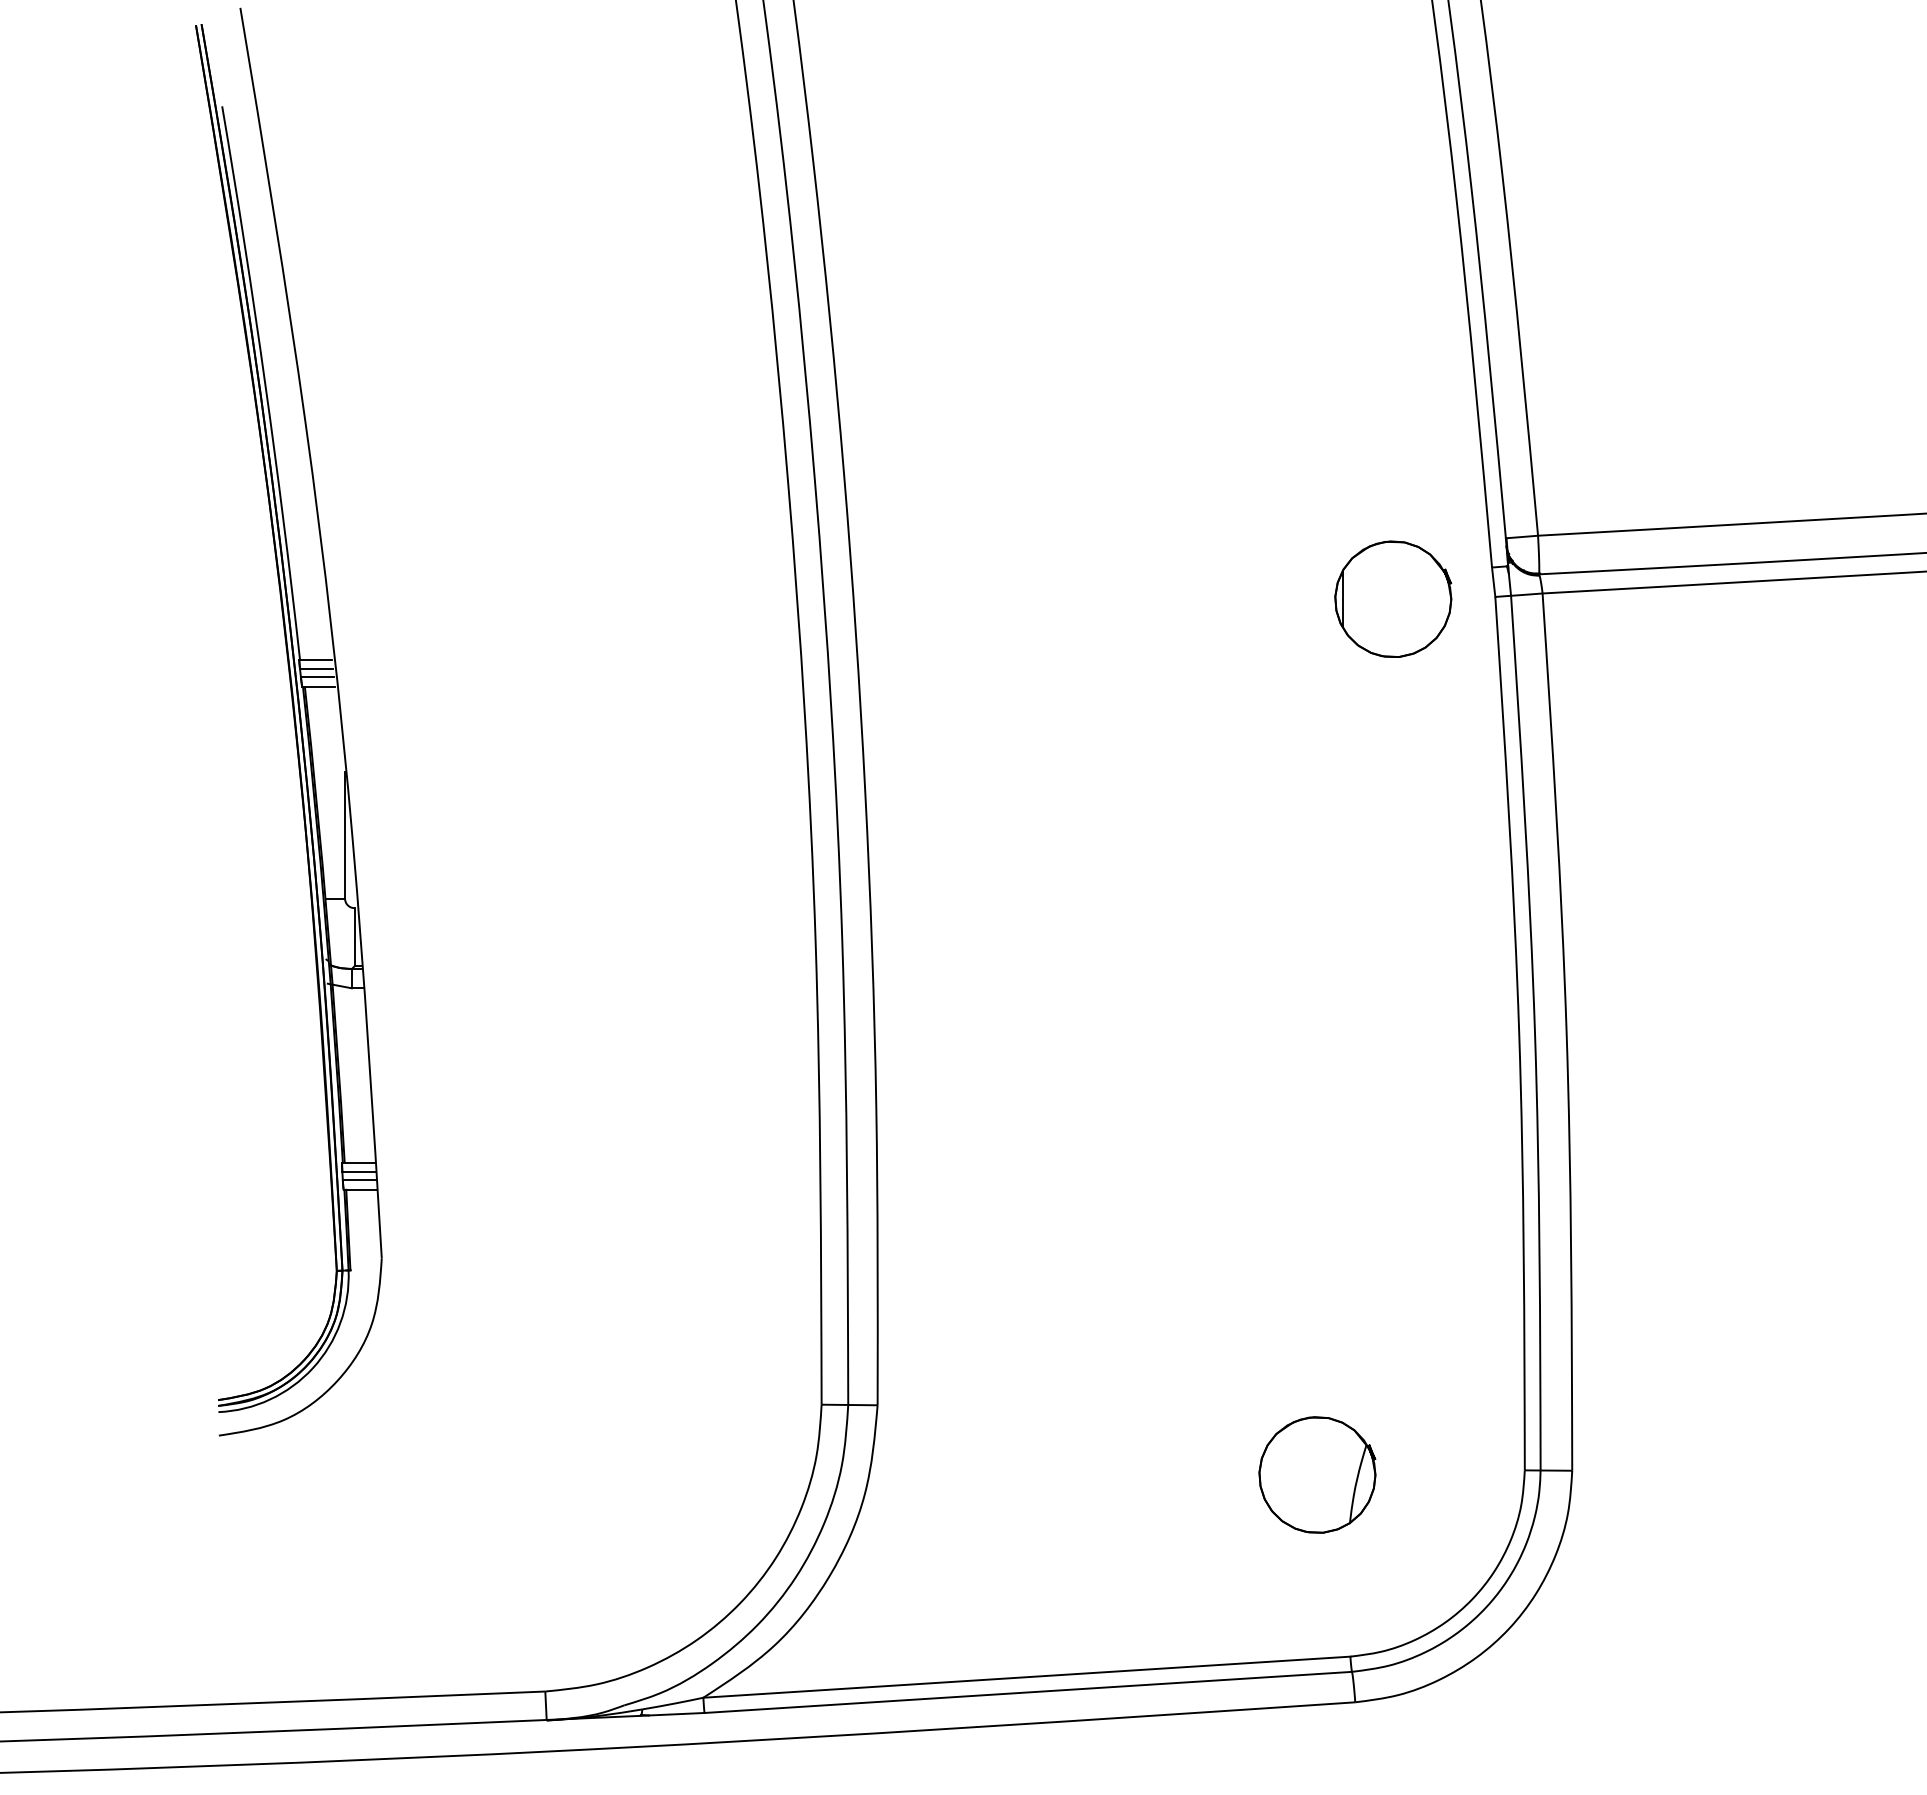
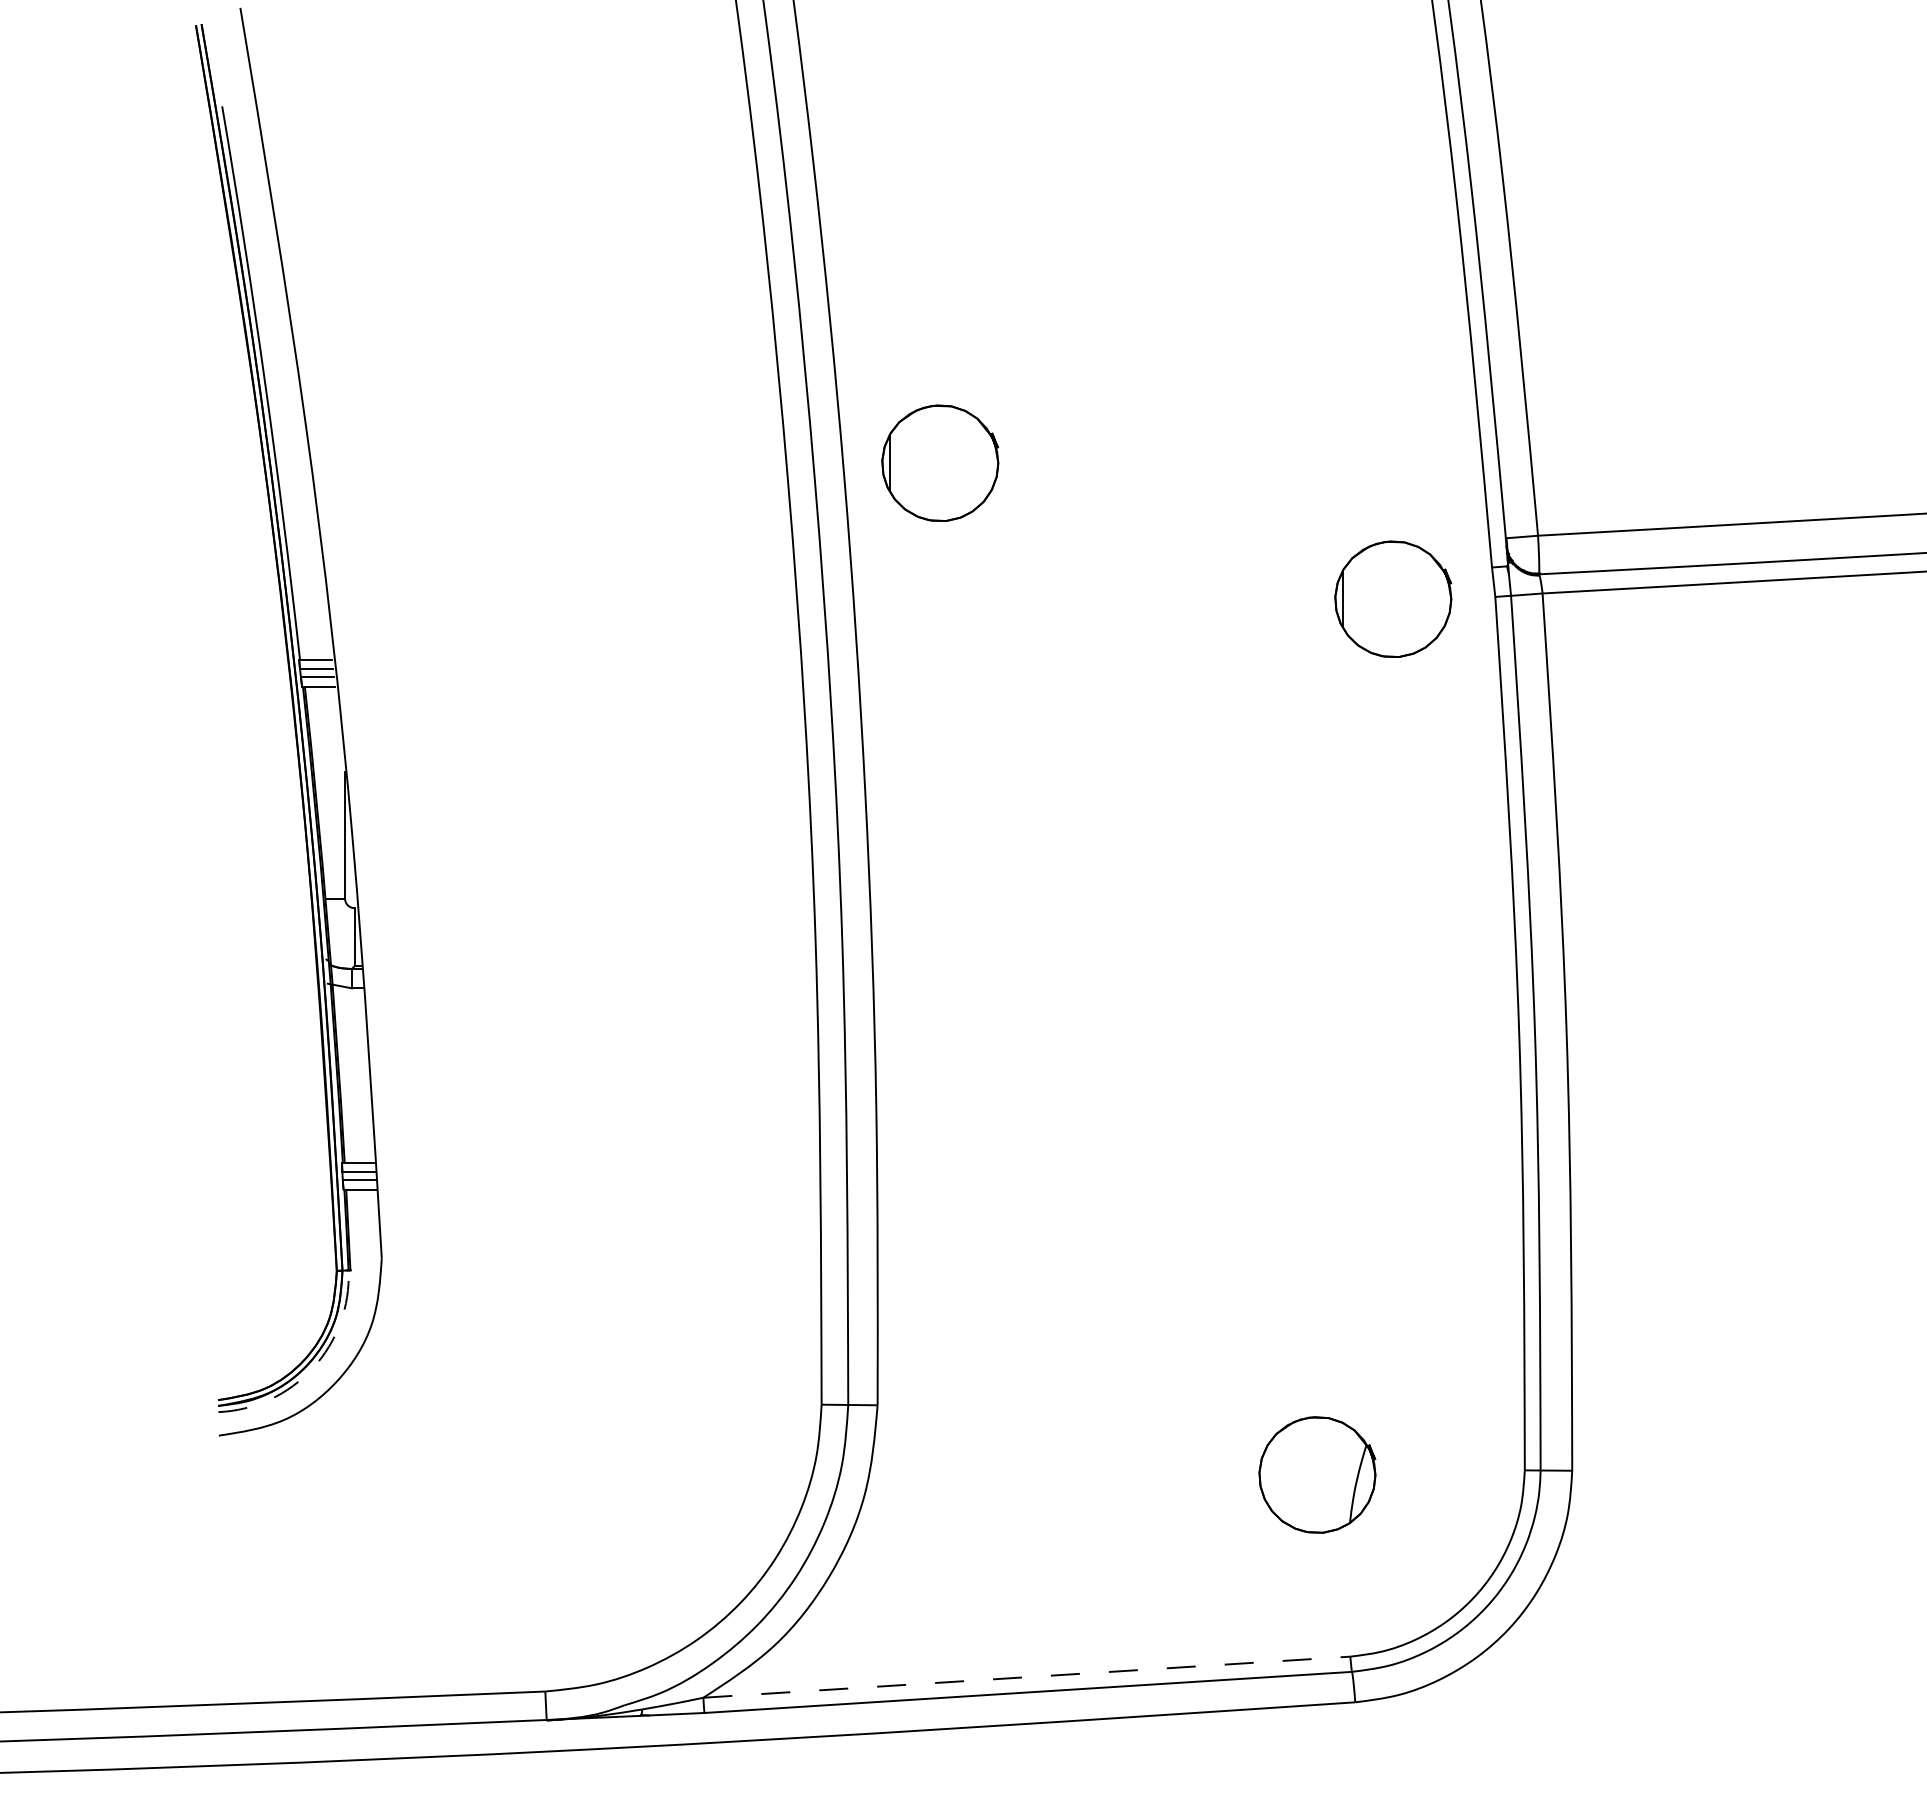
part at (940, 462): none -> present
arc at (312, 1368): solid -> dashed
line at (1027, 1677): solid -> dashed
